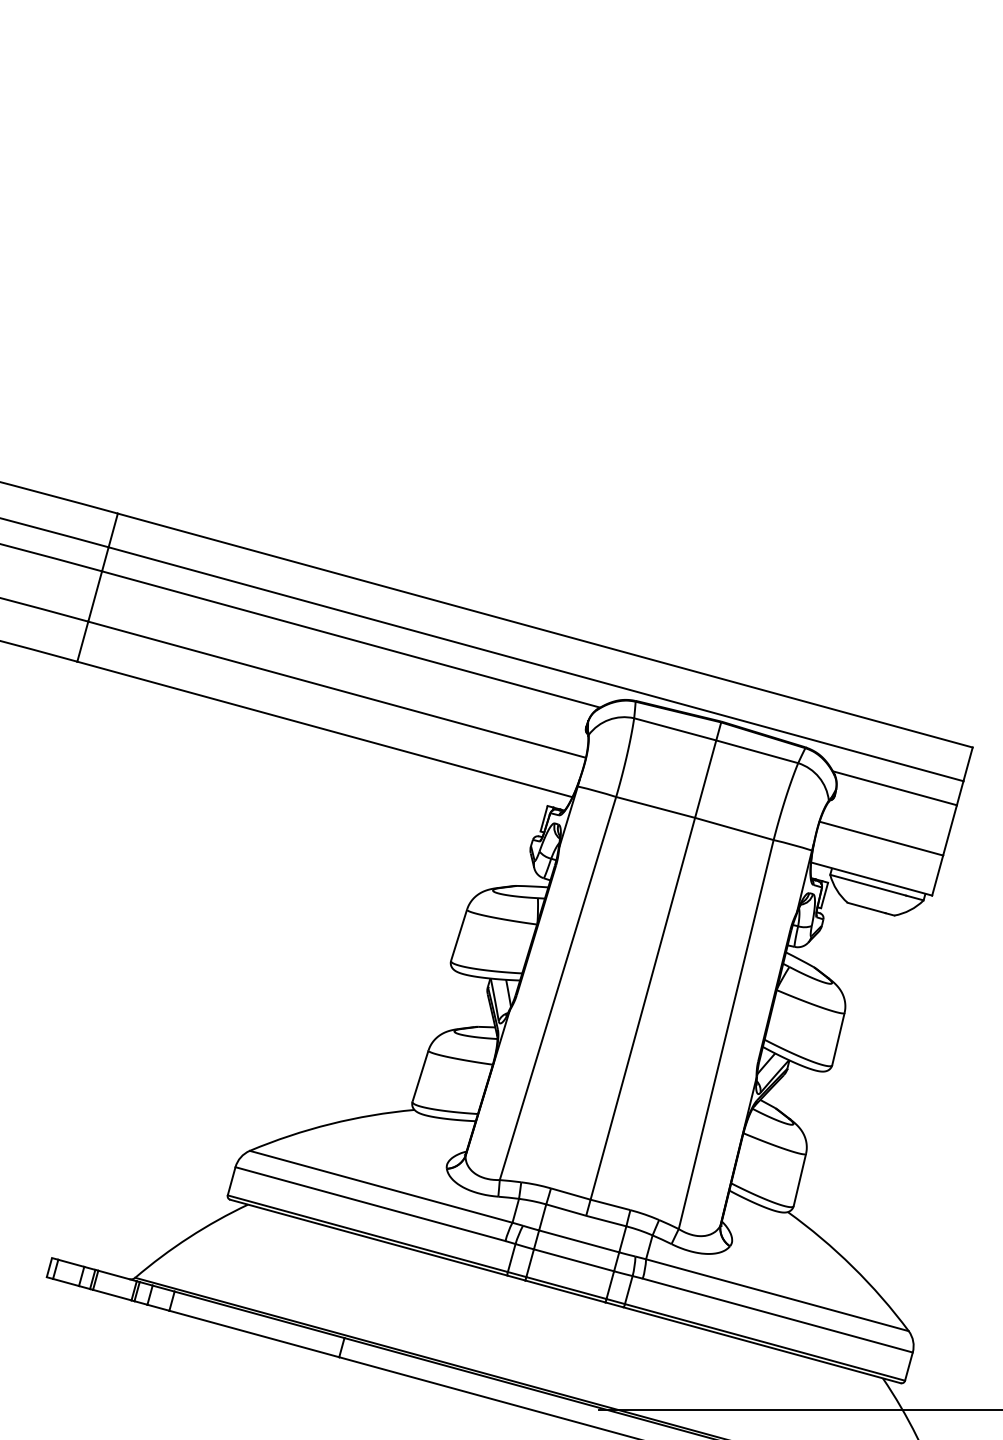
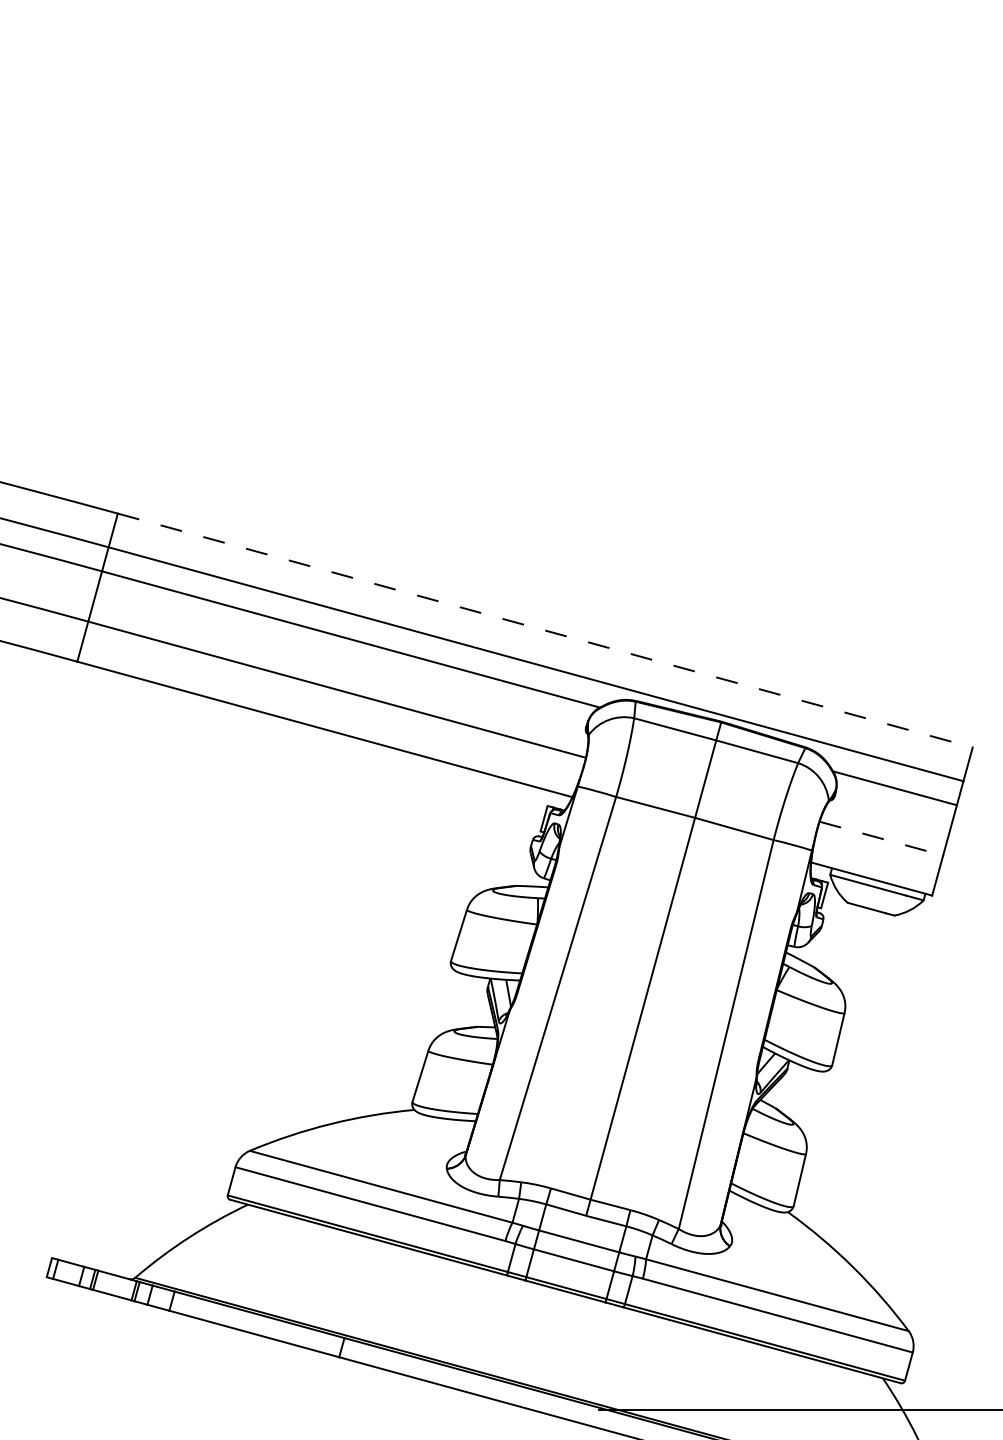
line at (545, 630): solid -> dashed
line at (881, 838): solid -> dashed
